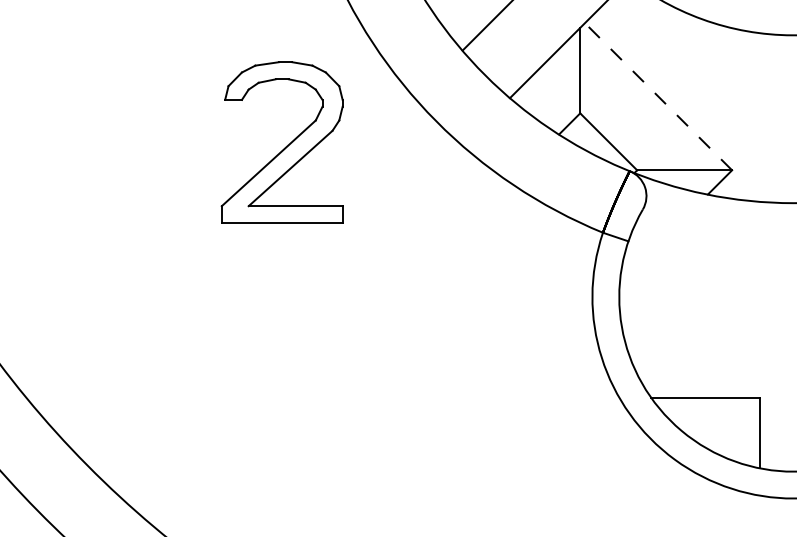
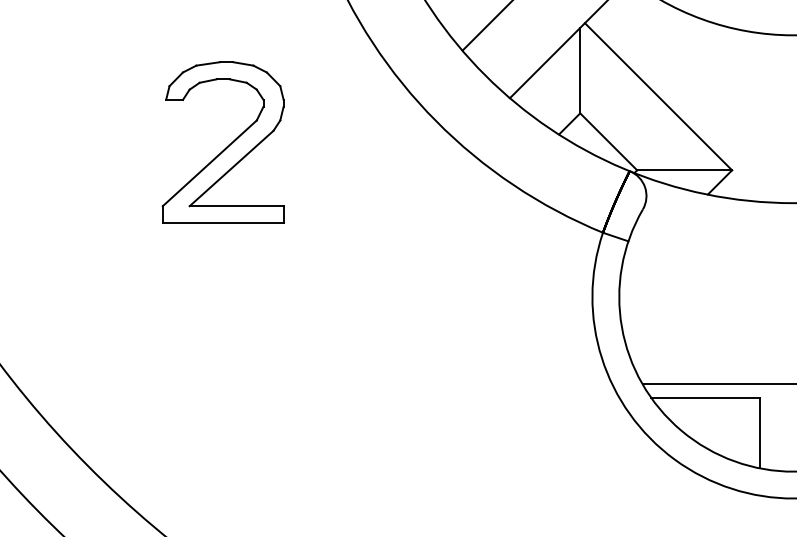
line at (658, 96): dashed -> solid
part at (281, 142) position: (281, 142) -> (222, 142)
line at (717, 384): none -> present
